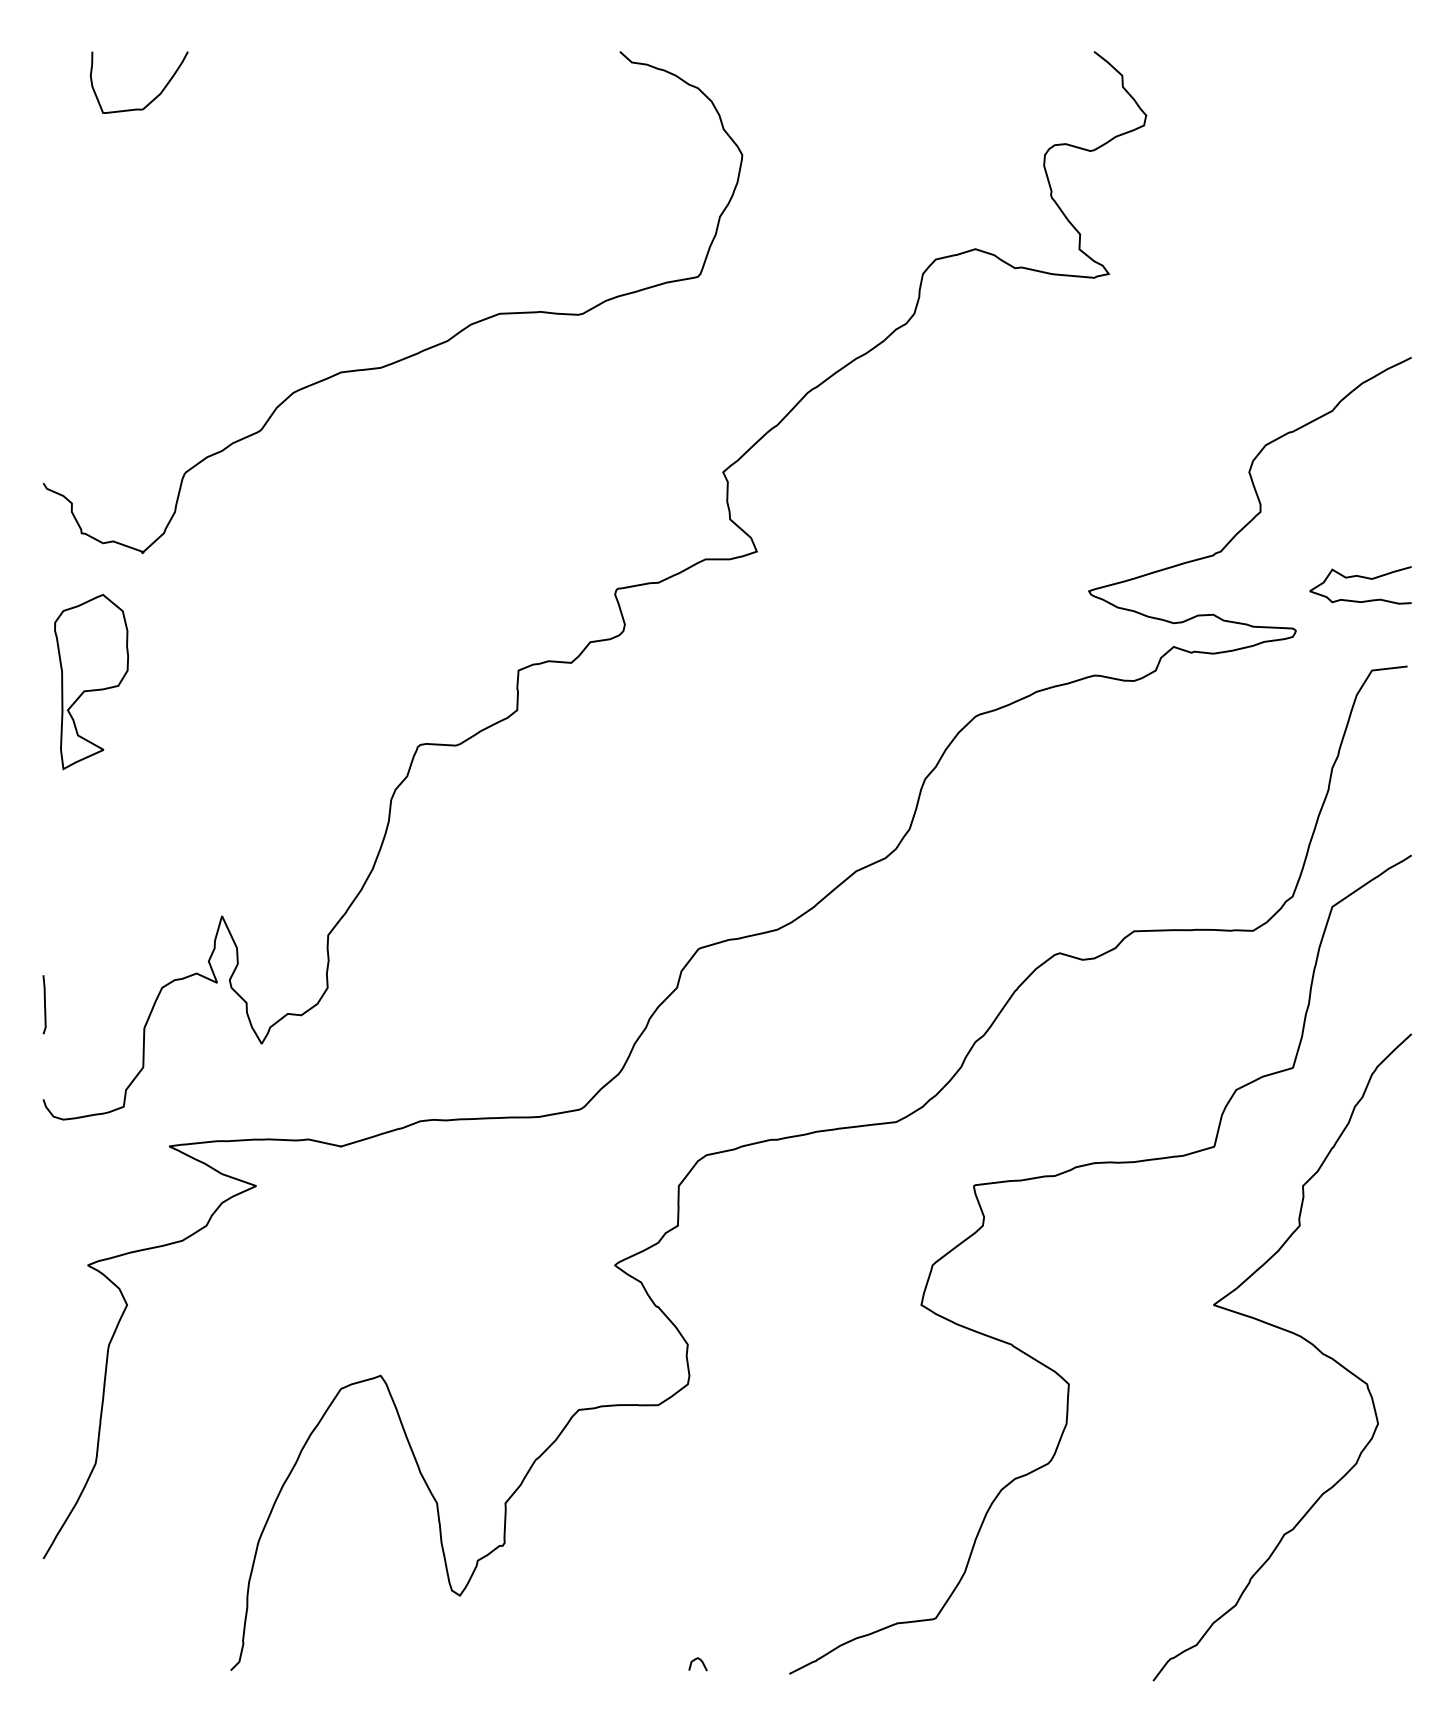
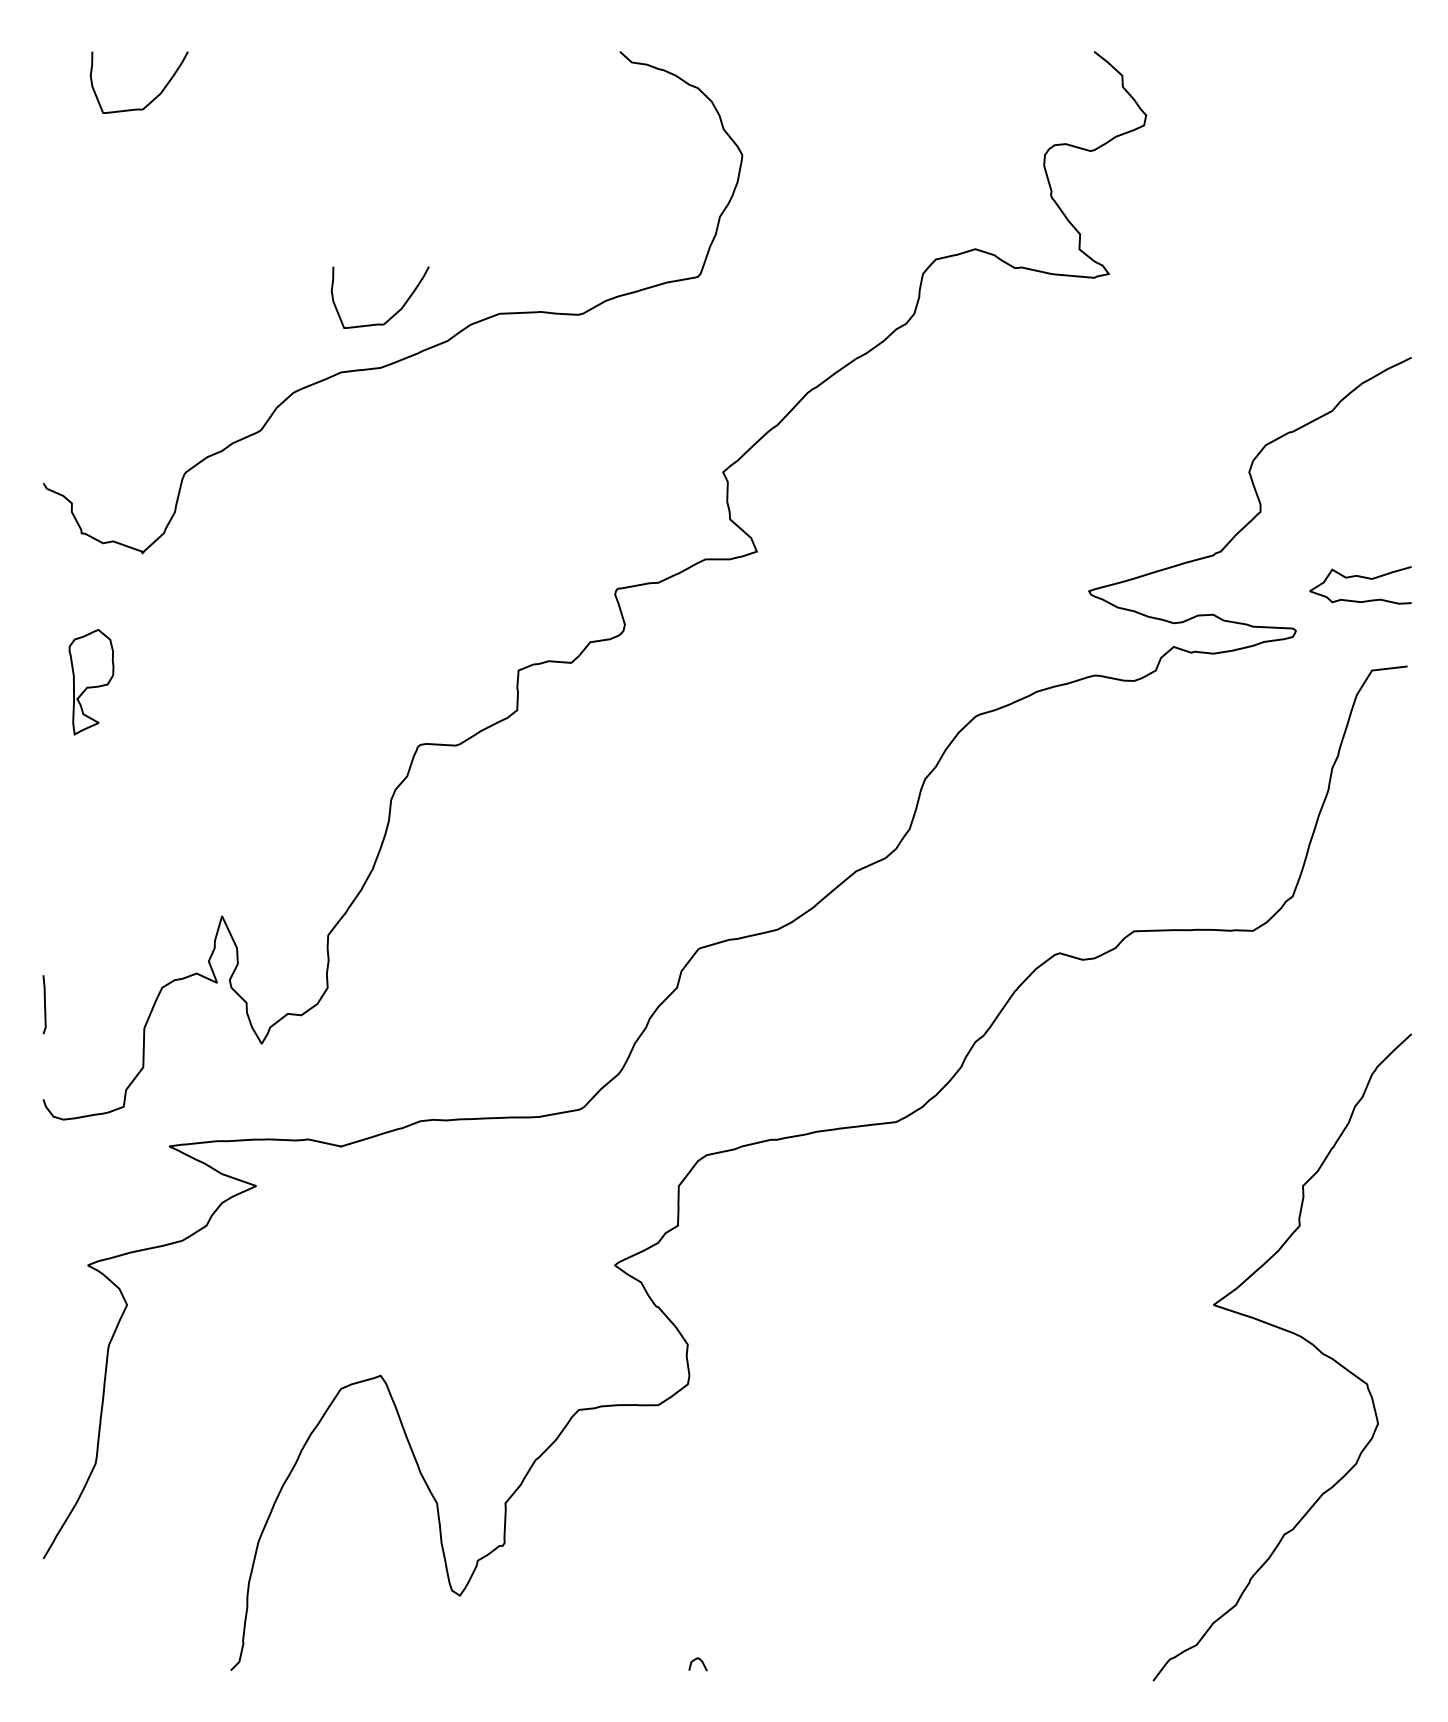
part at (395, 312): none -> present
part at (91, 682) size: 75x177 px -> 47x107 px
curve at (1062, 1174): present -> none
